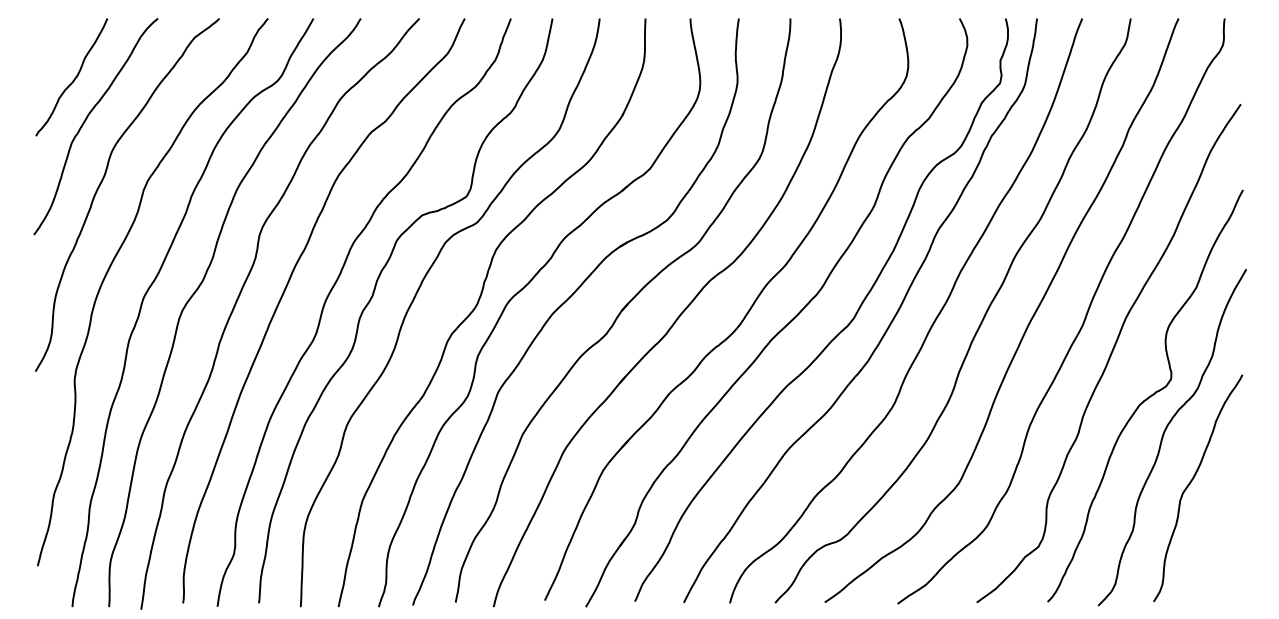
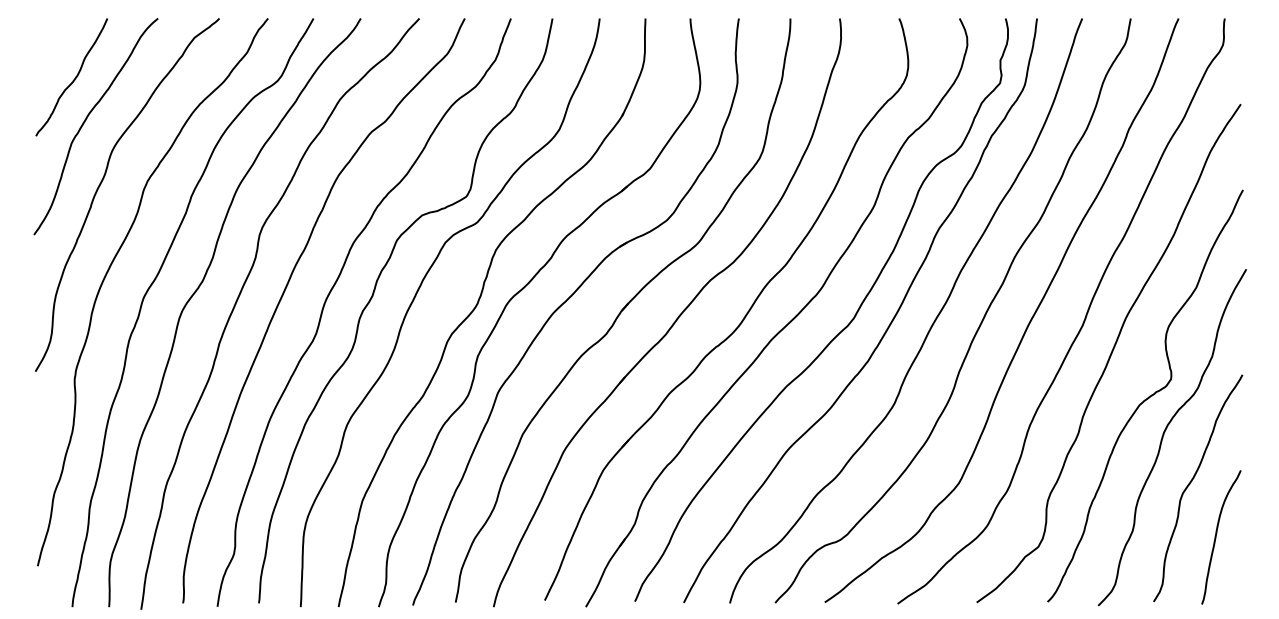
curve at (1216, 537): none -> present
